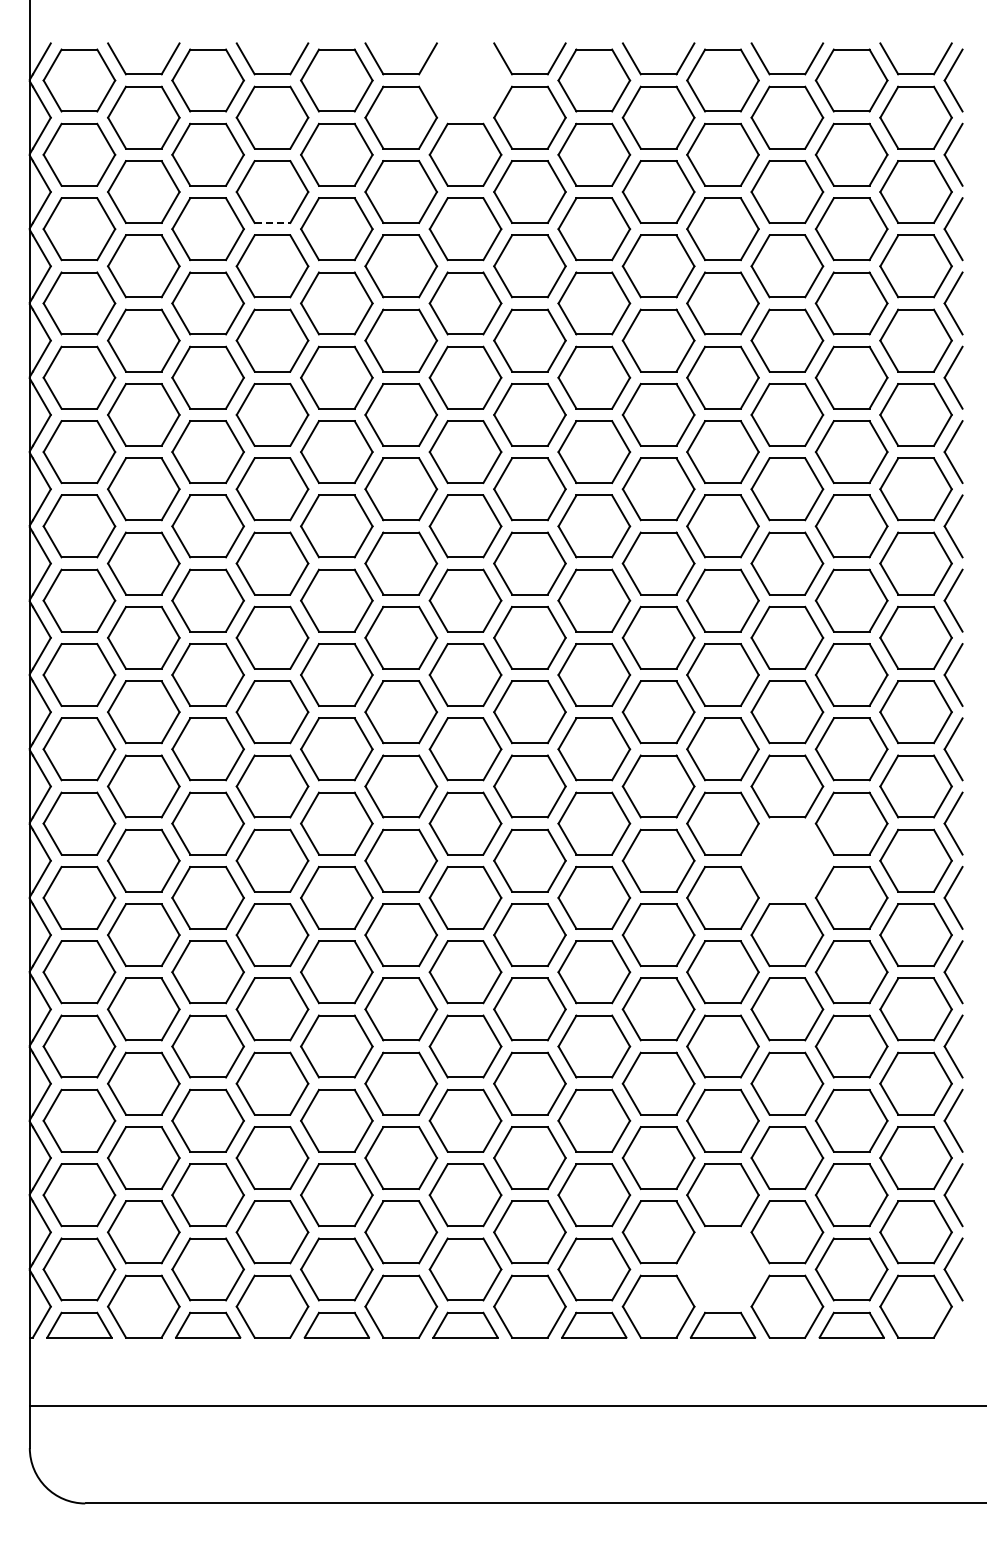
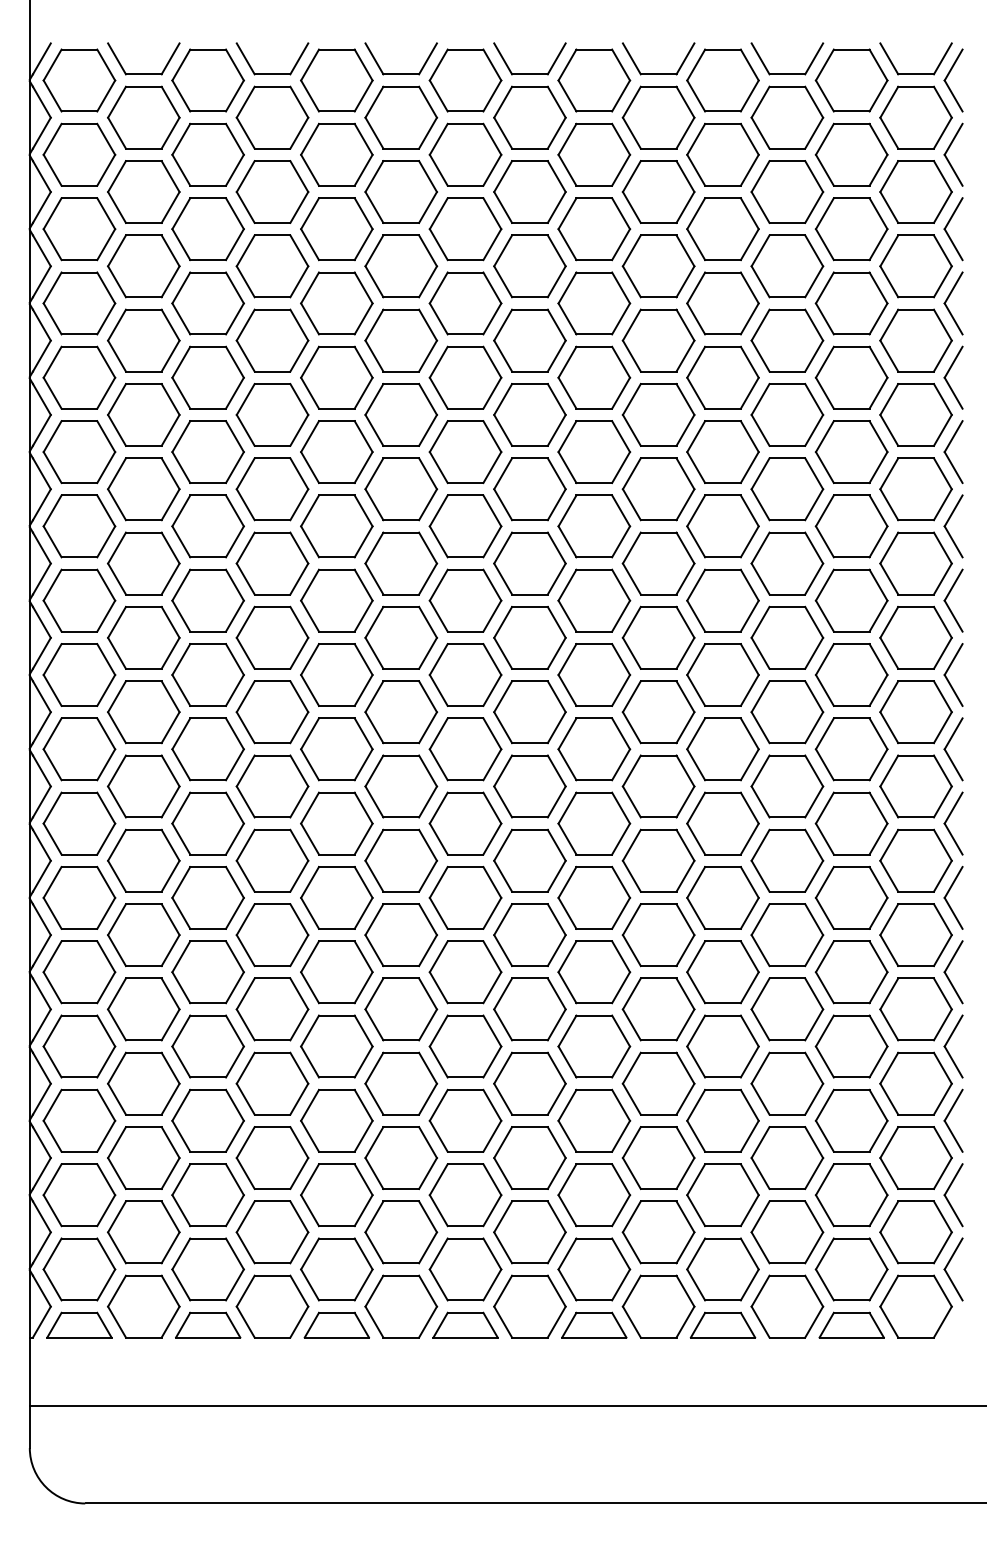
part at (465, 80): none -> present
line at (272, 222): dashed -> solid
part at (787, 860): none -> present
part at (722, 1269): none -> present
